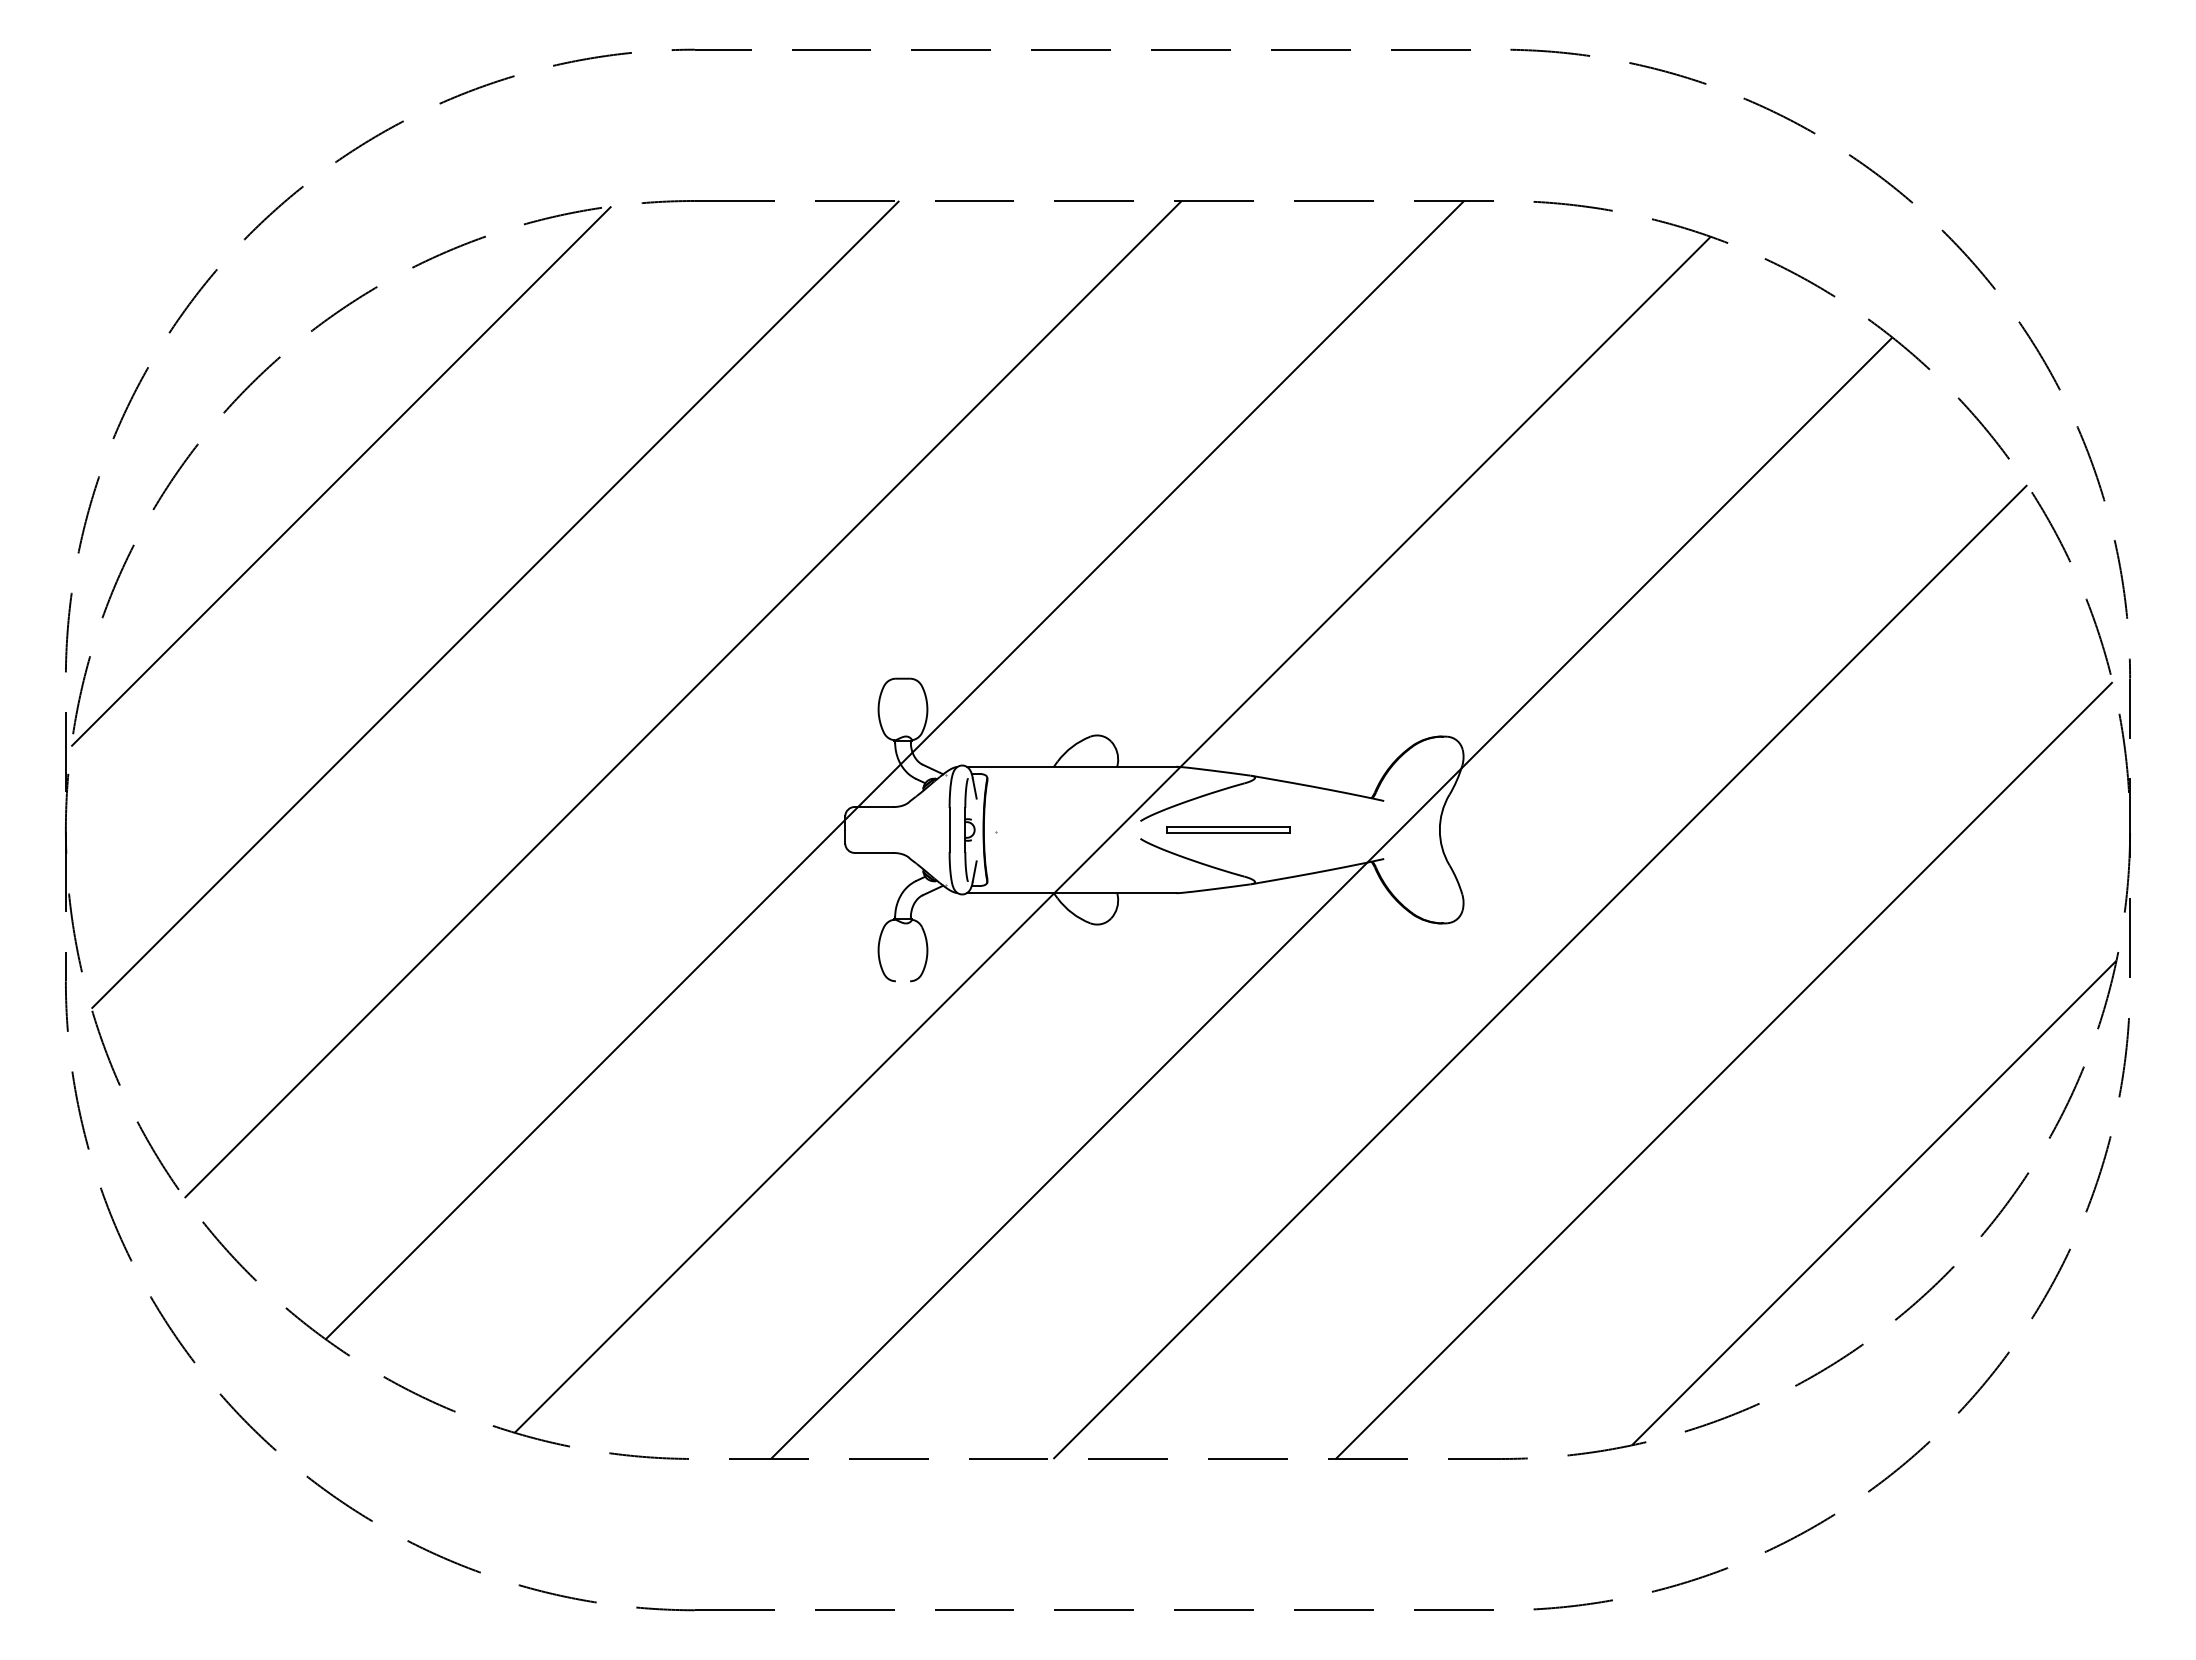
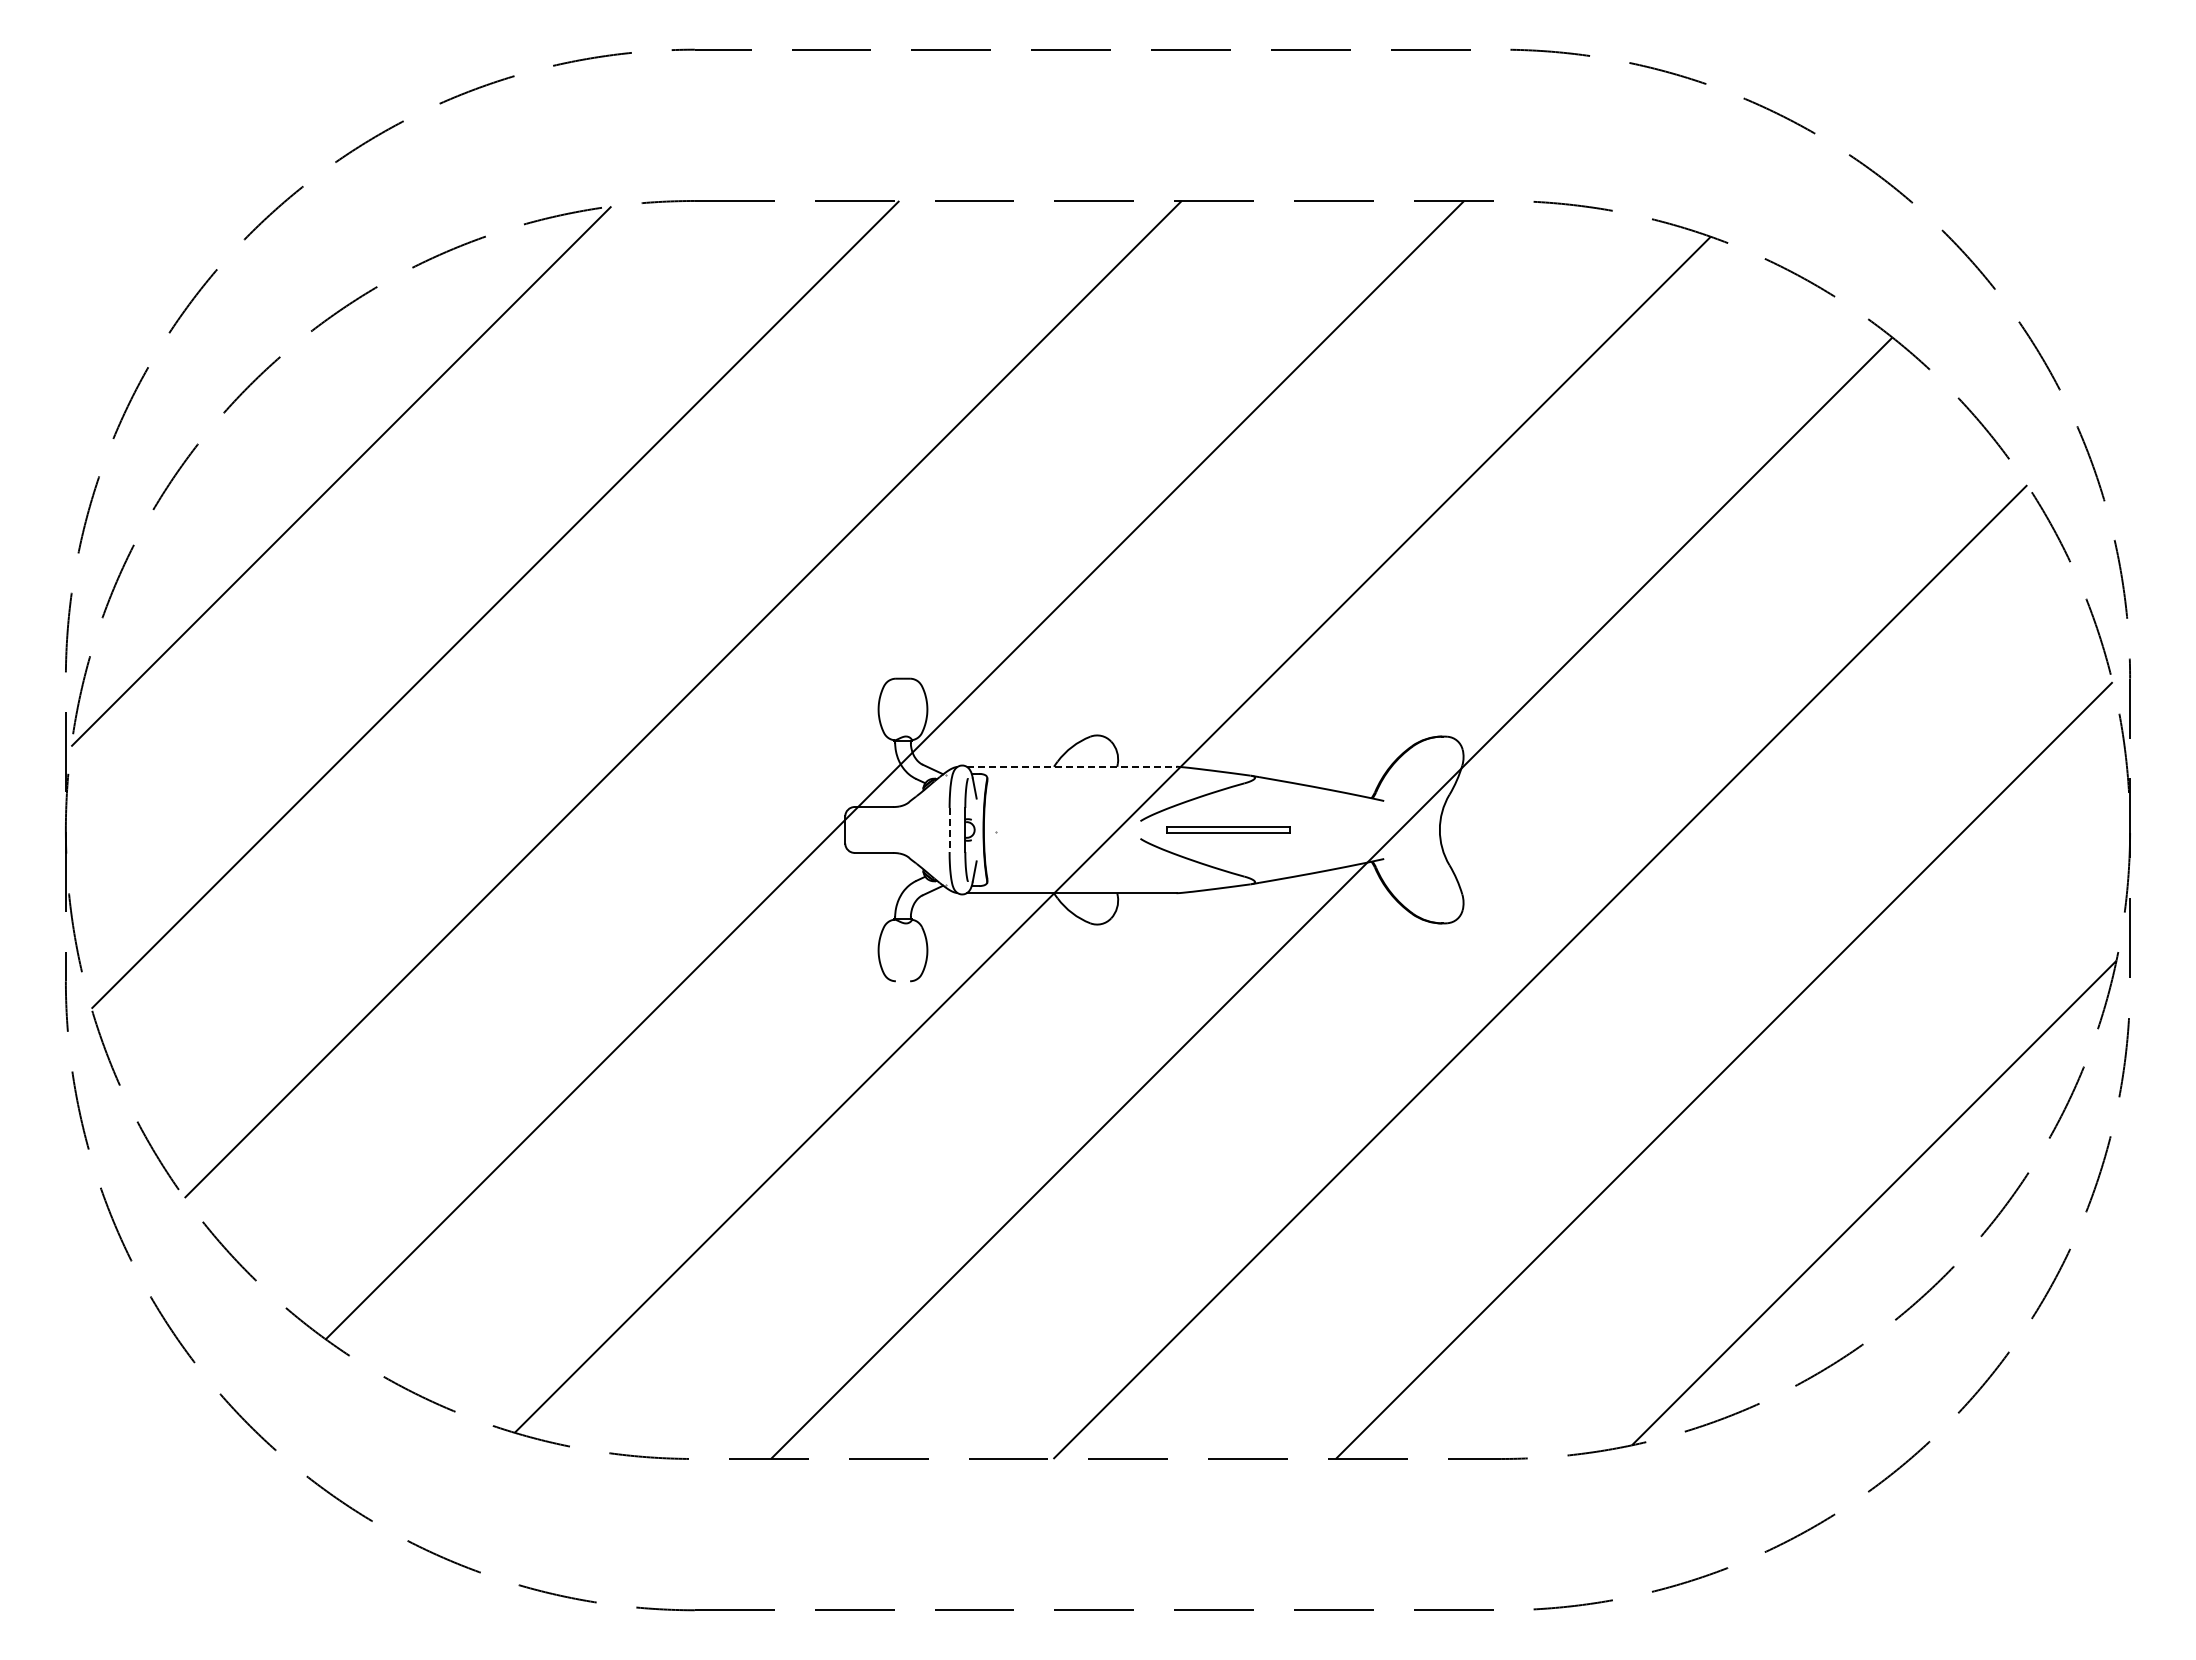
line at (1071, 766): solid -> dashed
line at (949, 830): solid -> dashed
